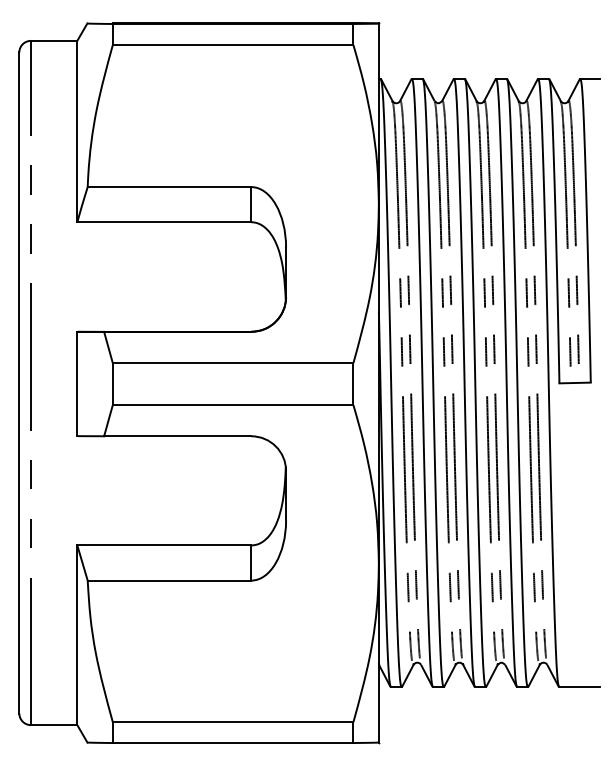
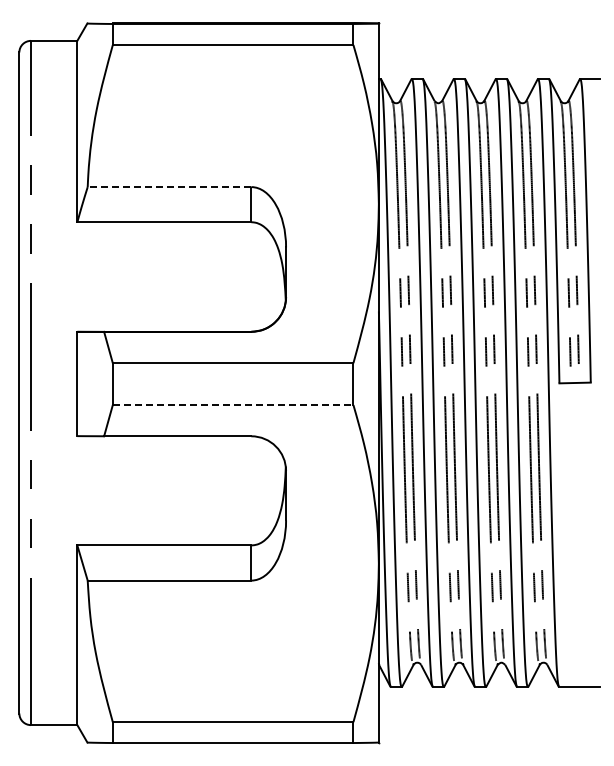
line at (169, 187): solid -> dashed
line at (233, 405): solid -> dashed
